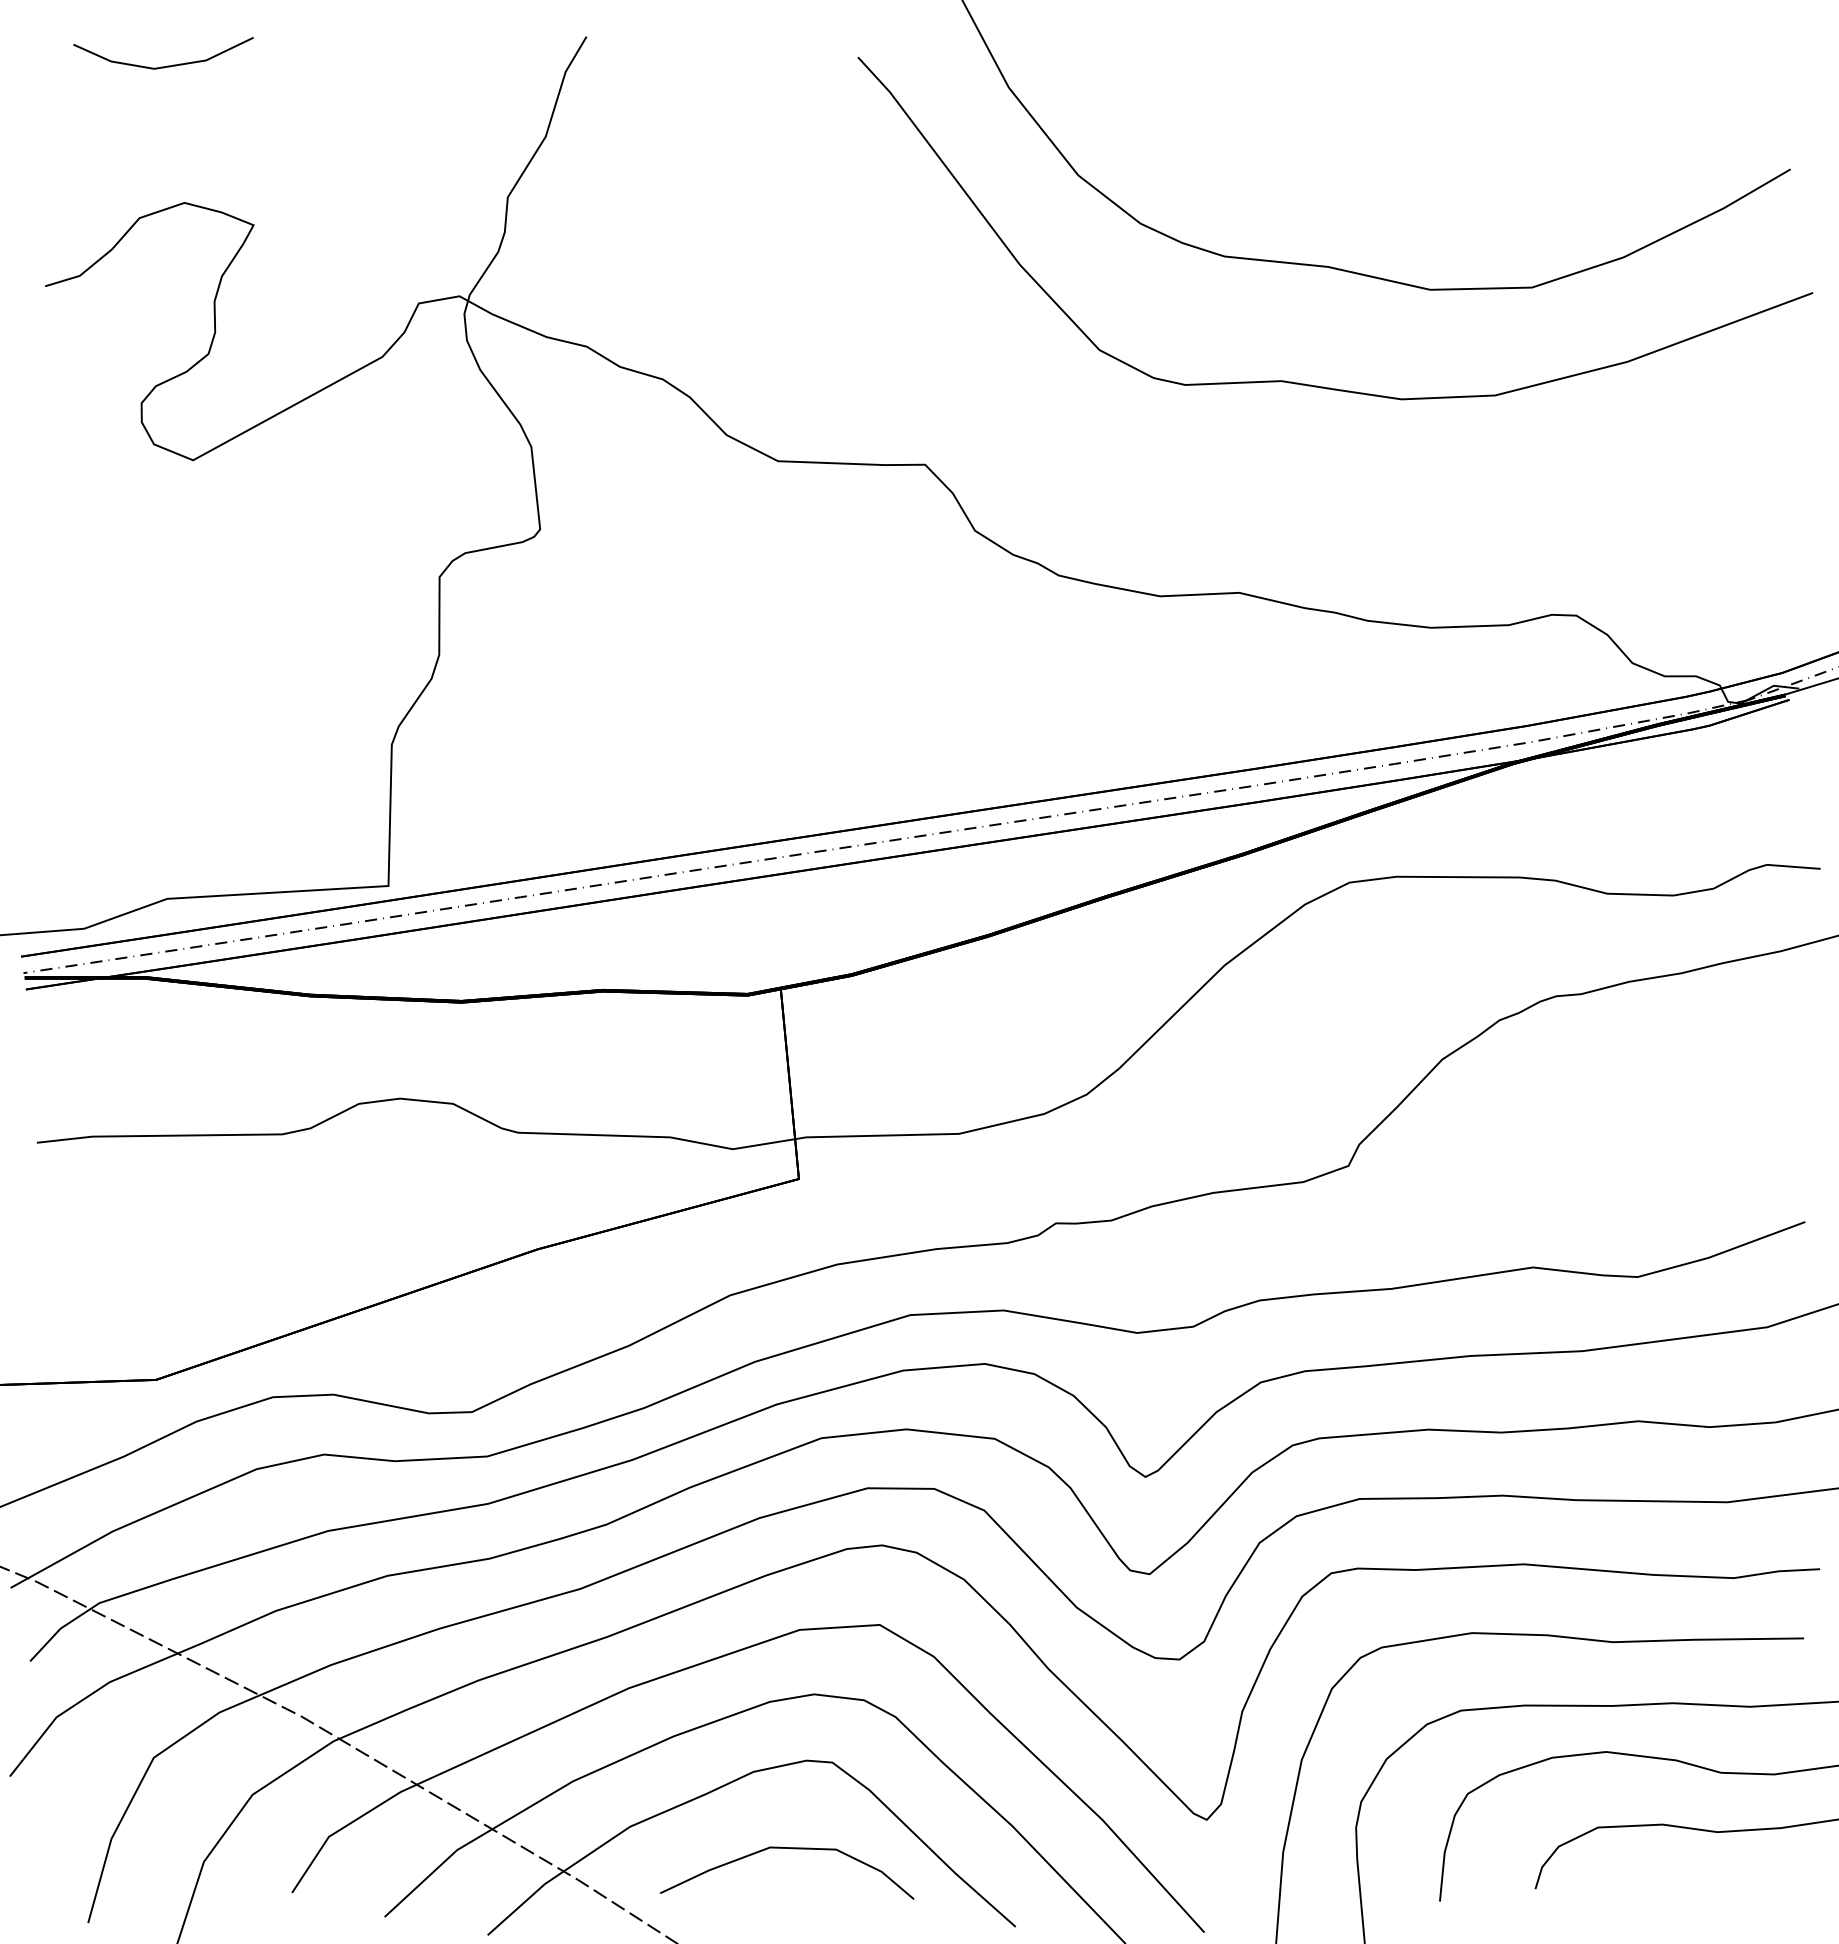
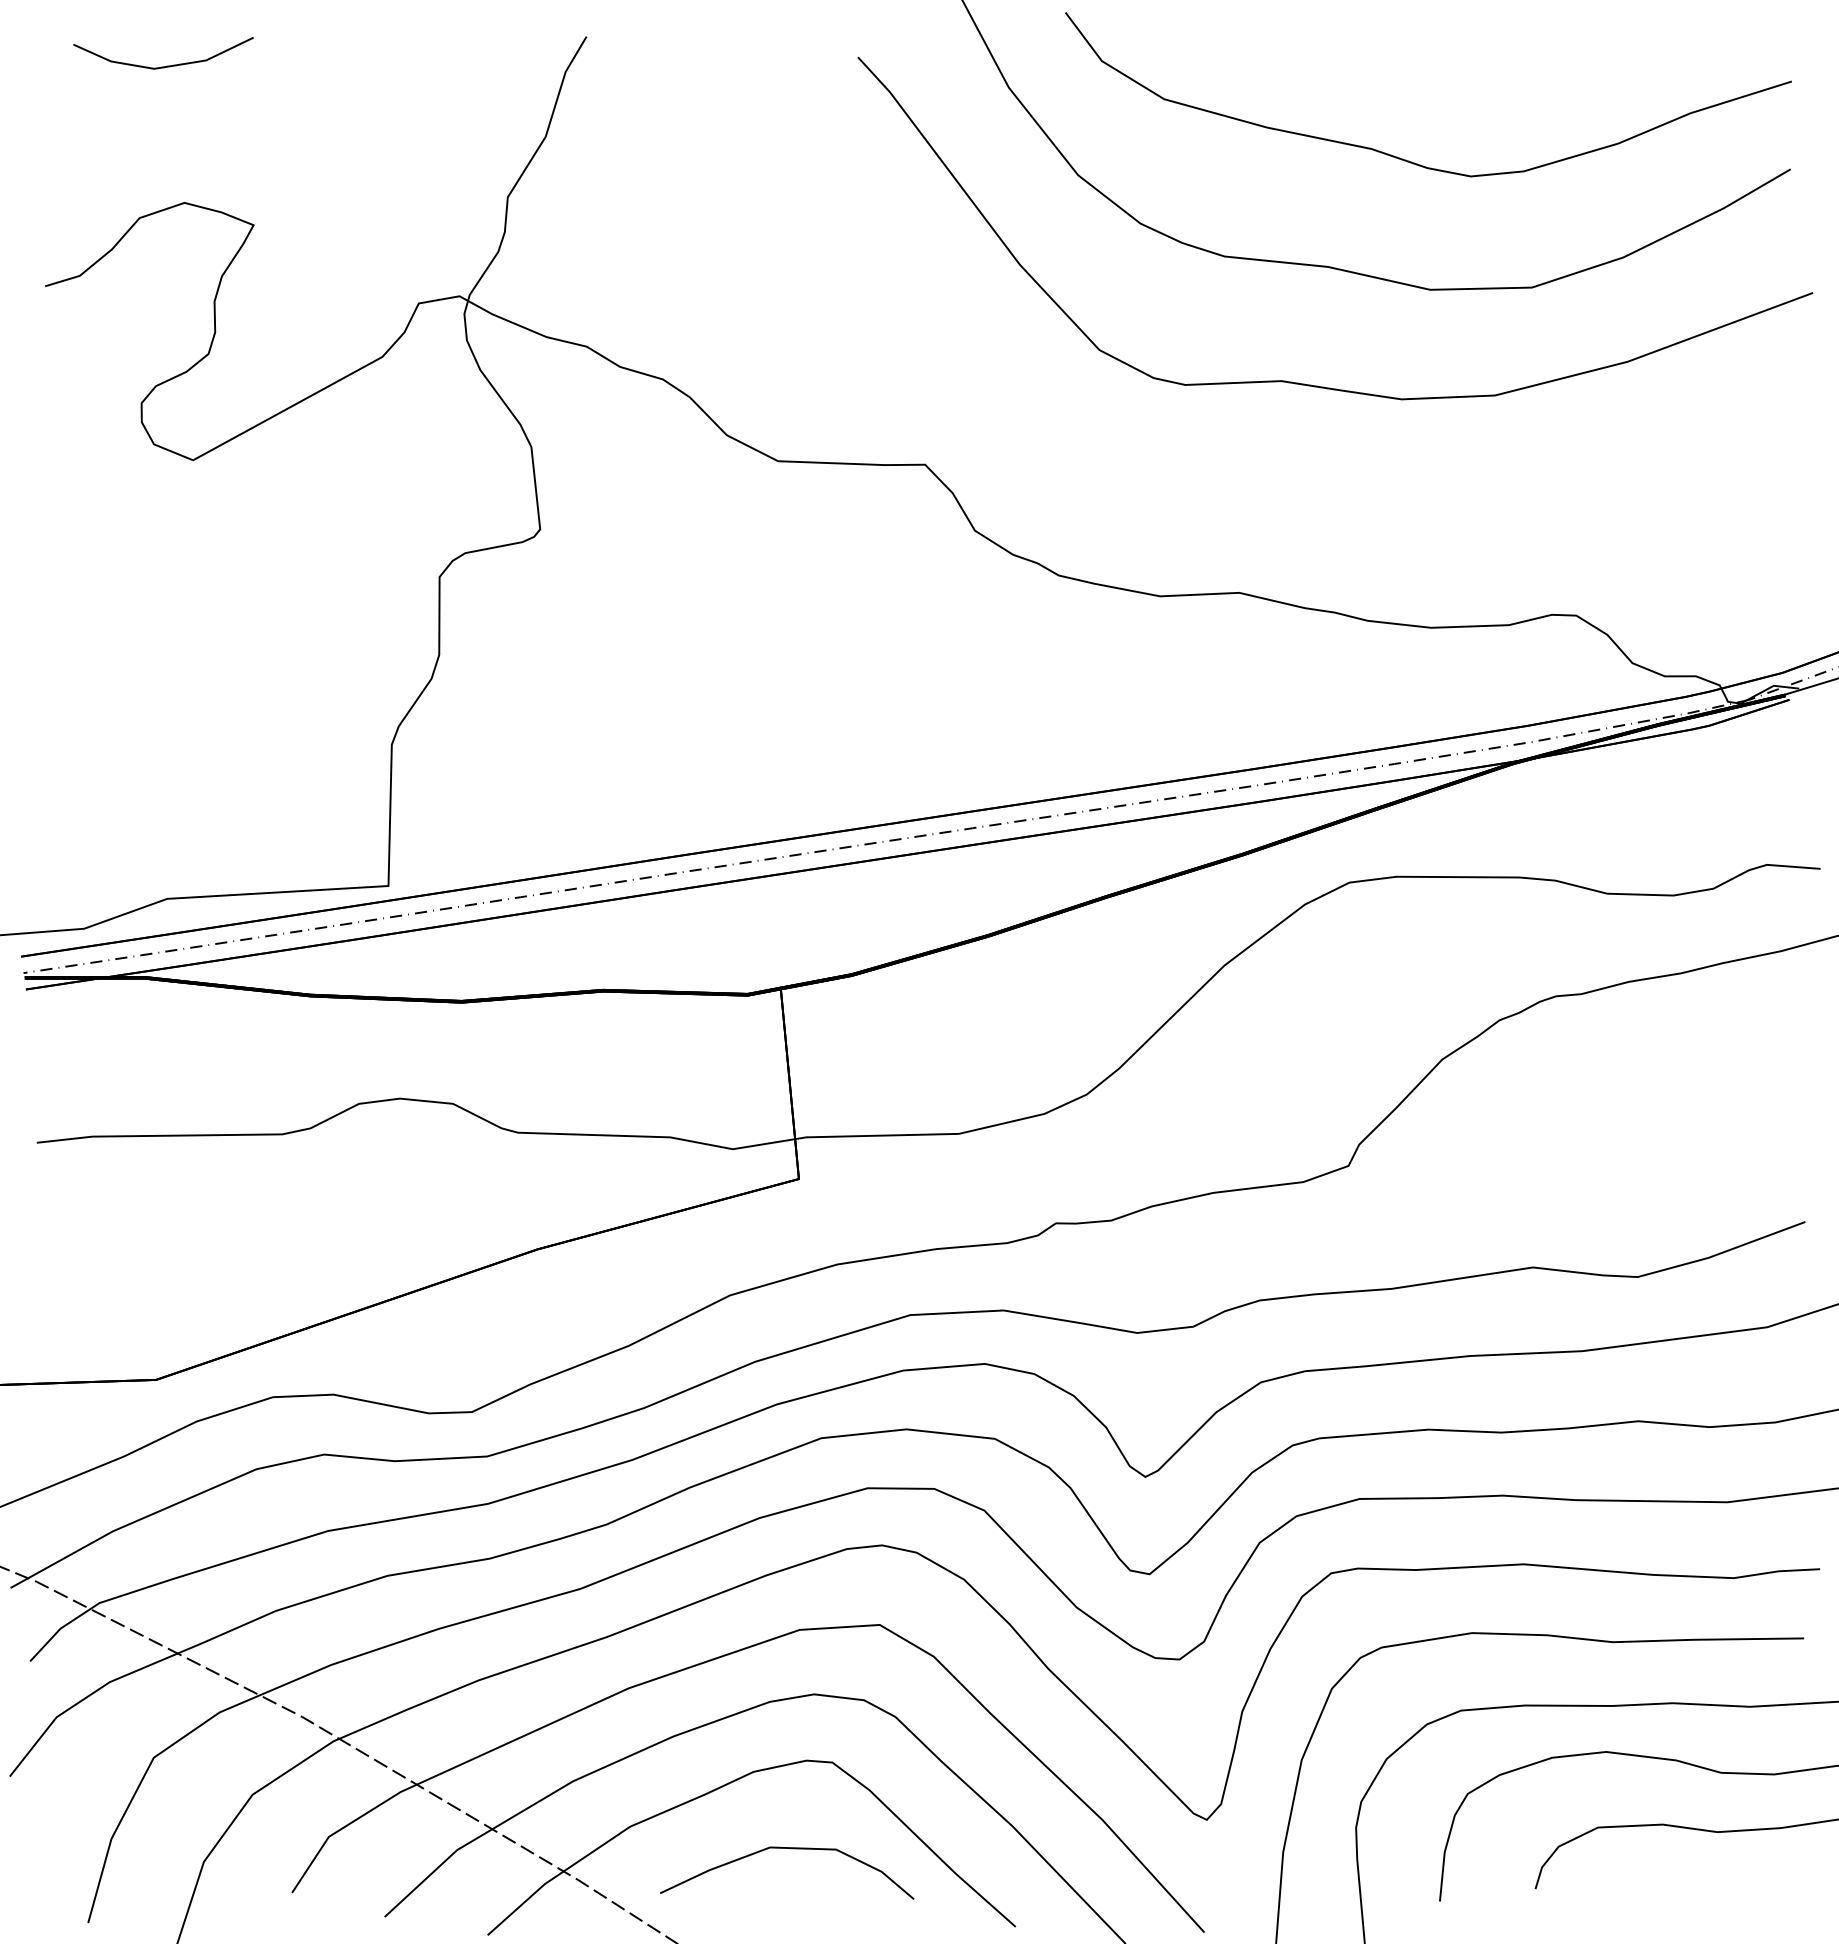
curve at (1400, 157): none -> present
